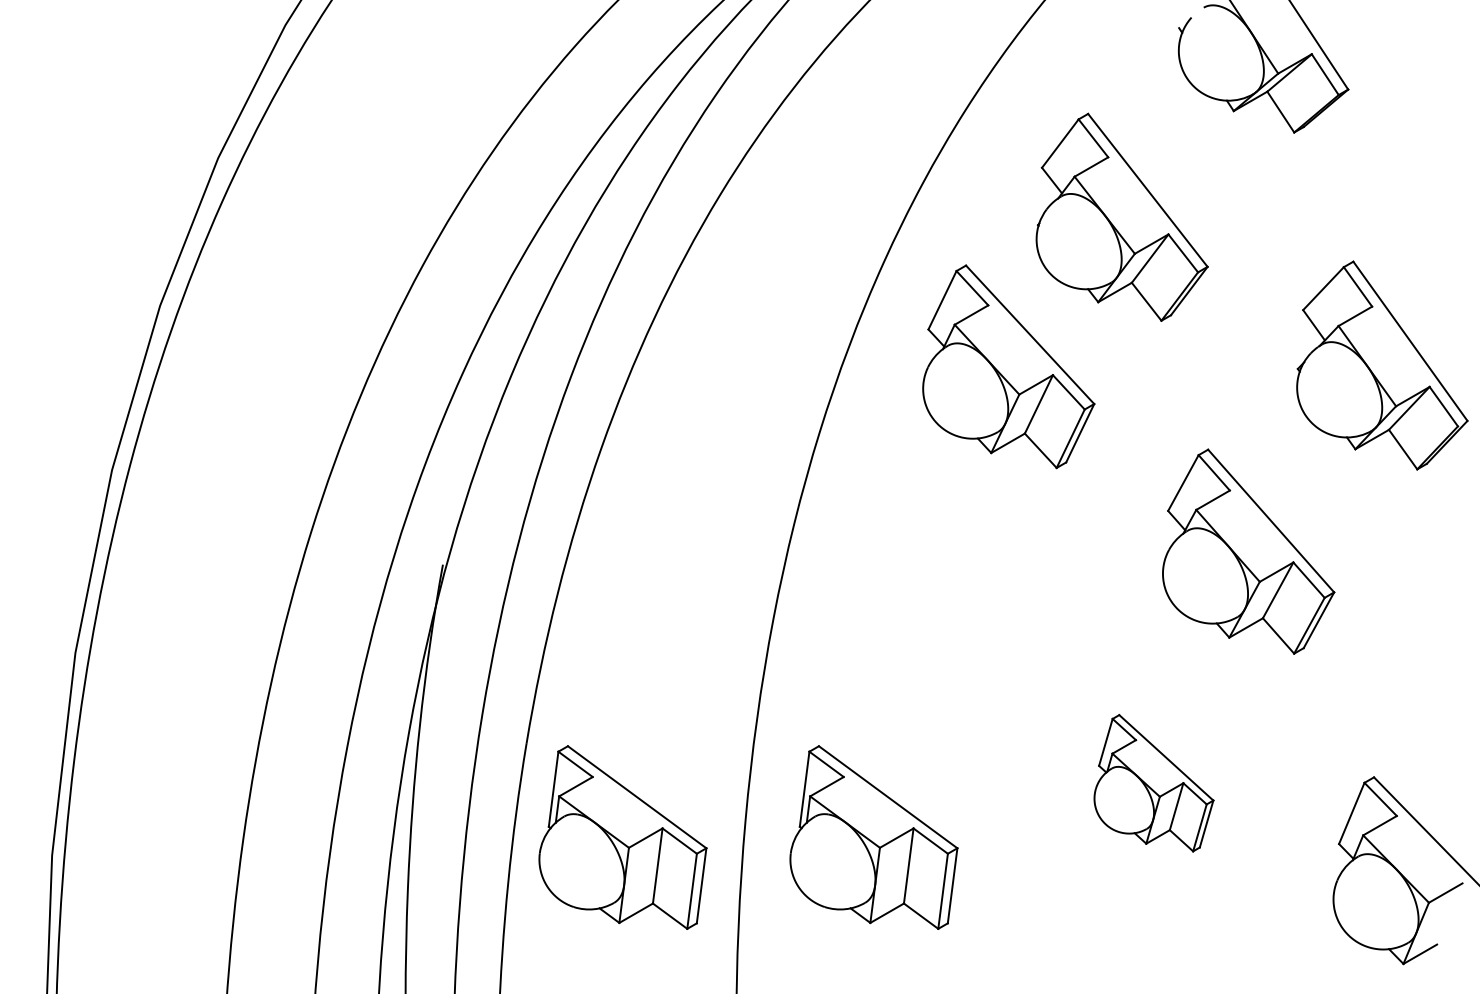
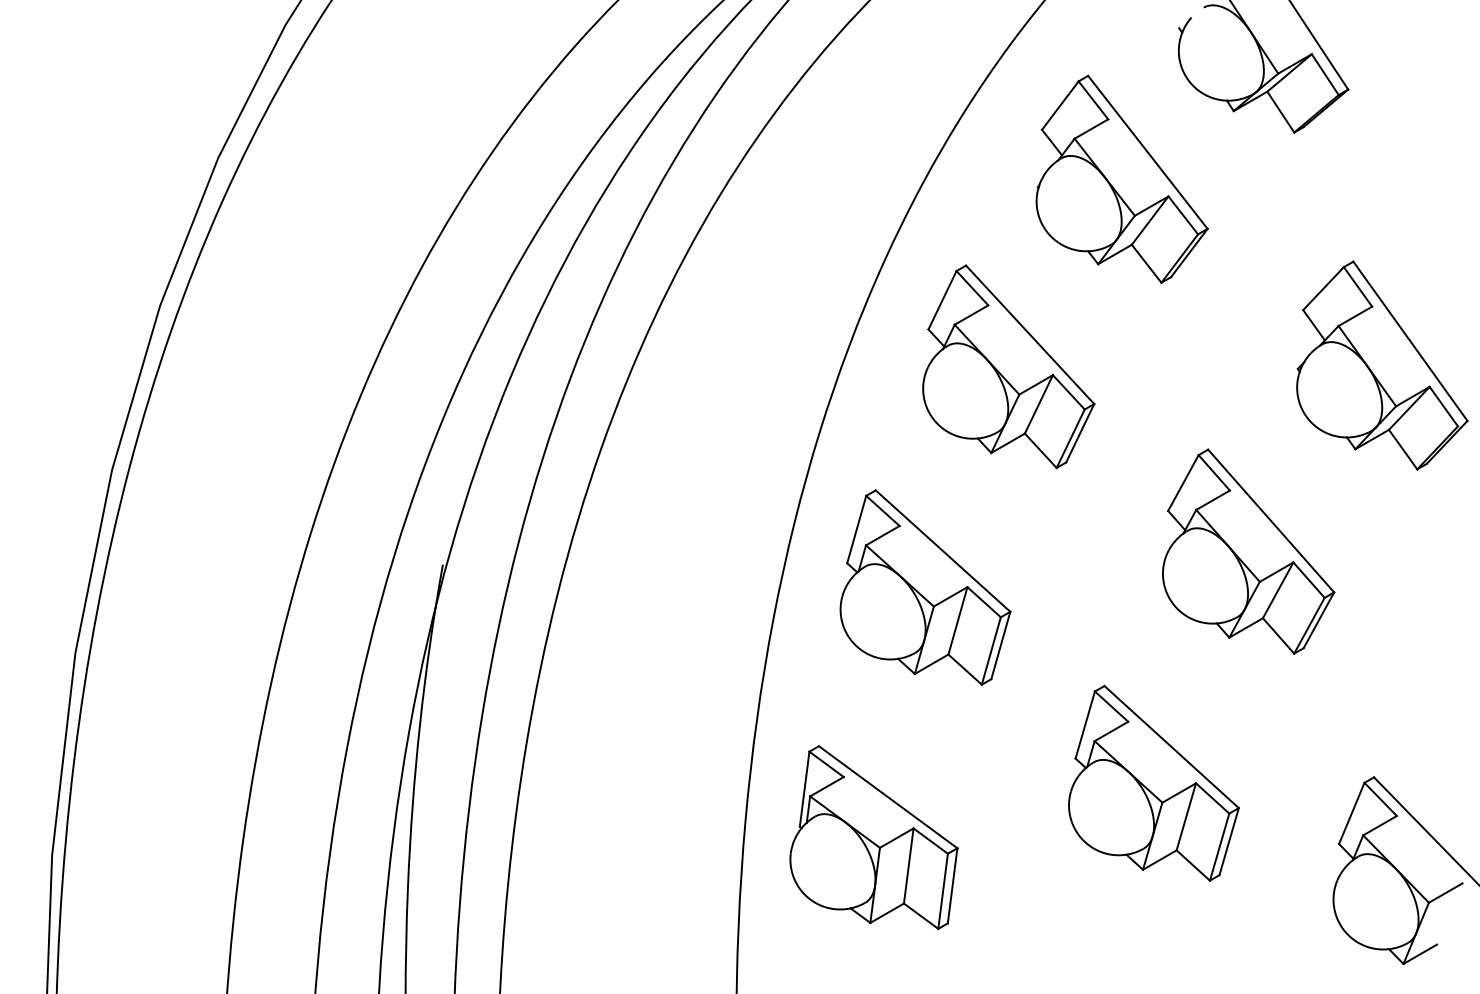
part at (1121, 216) position: (1121, 216) -> (1121, 178)
part at (925, 587): none -> present
part at (1153, 783) size: 122x139 px -> 172x198 px
part at (622, 837): present -> none
